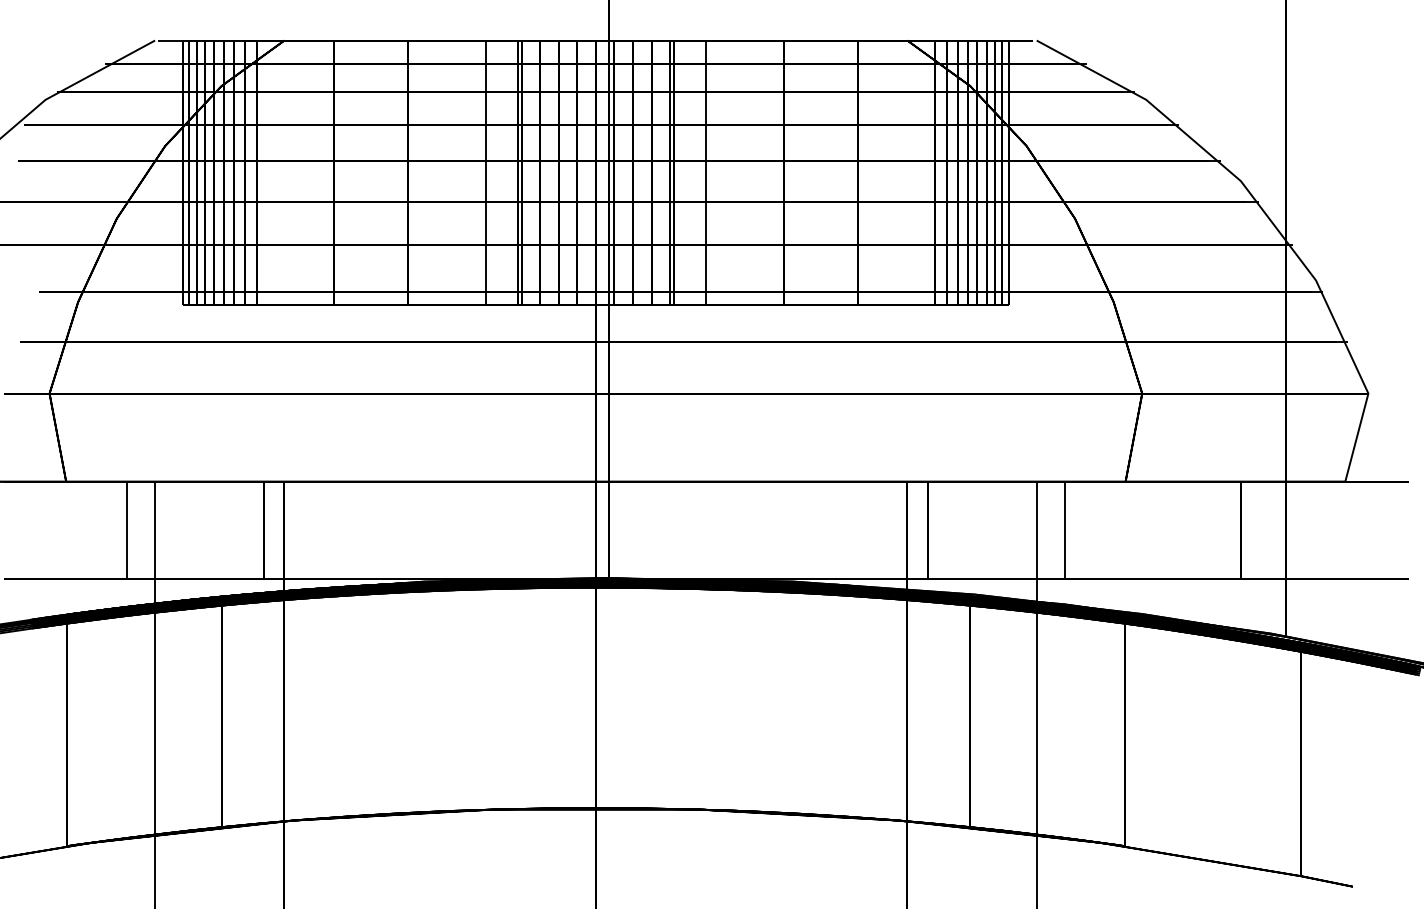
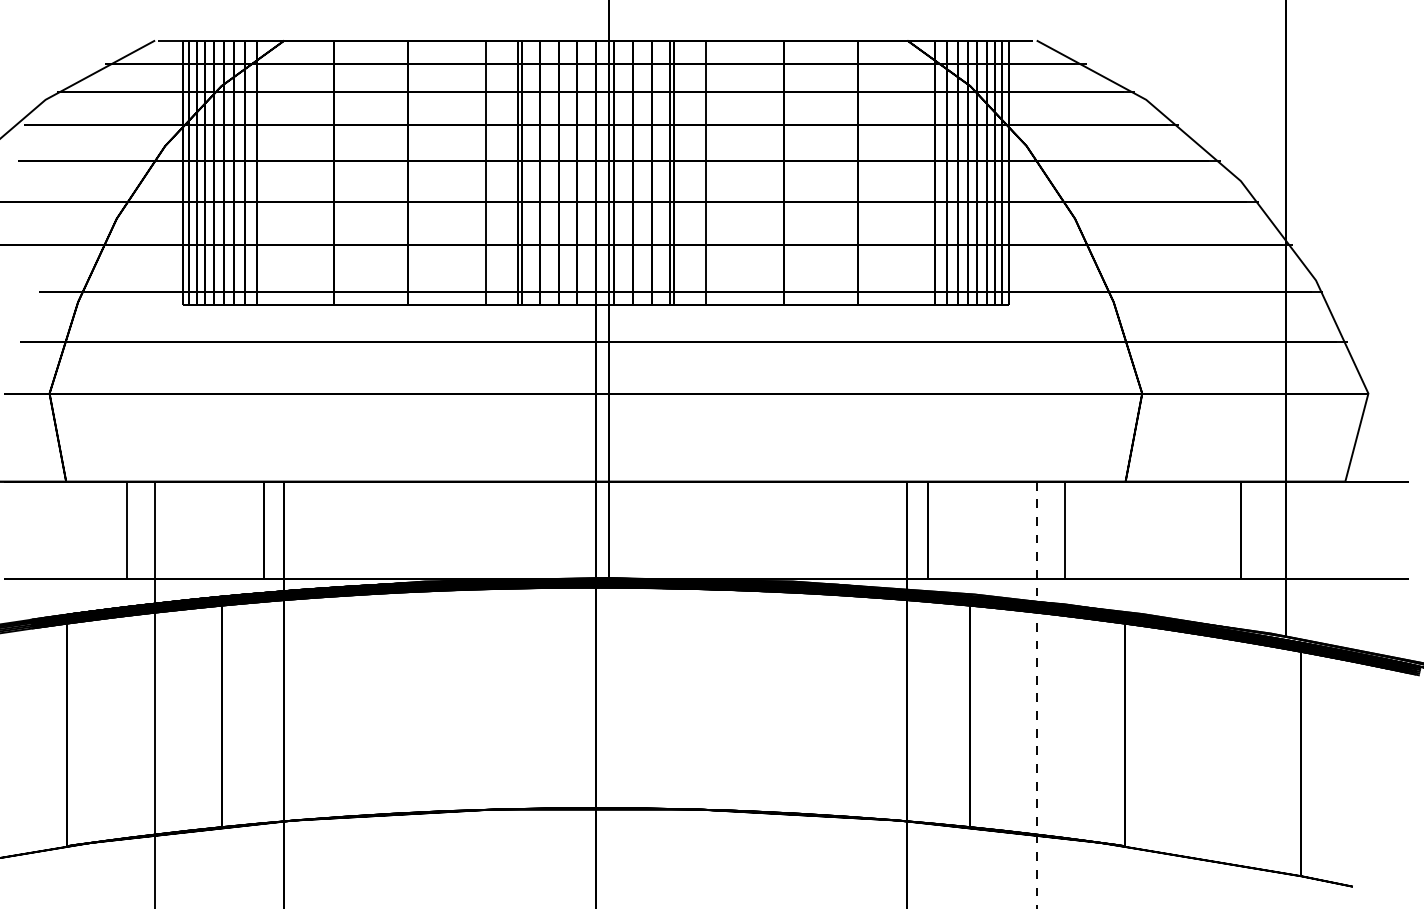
line at (1036, 695): solid -> dashed
